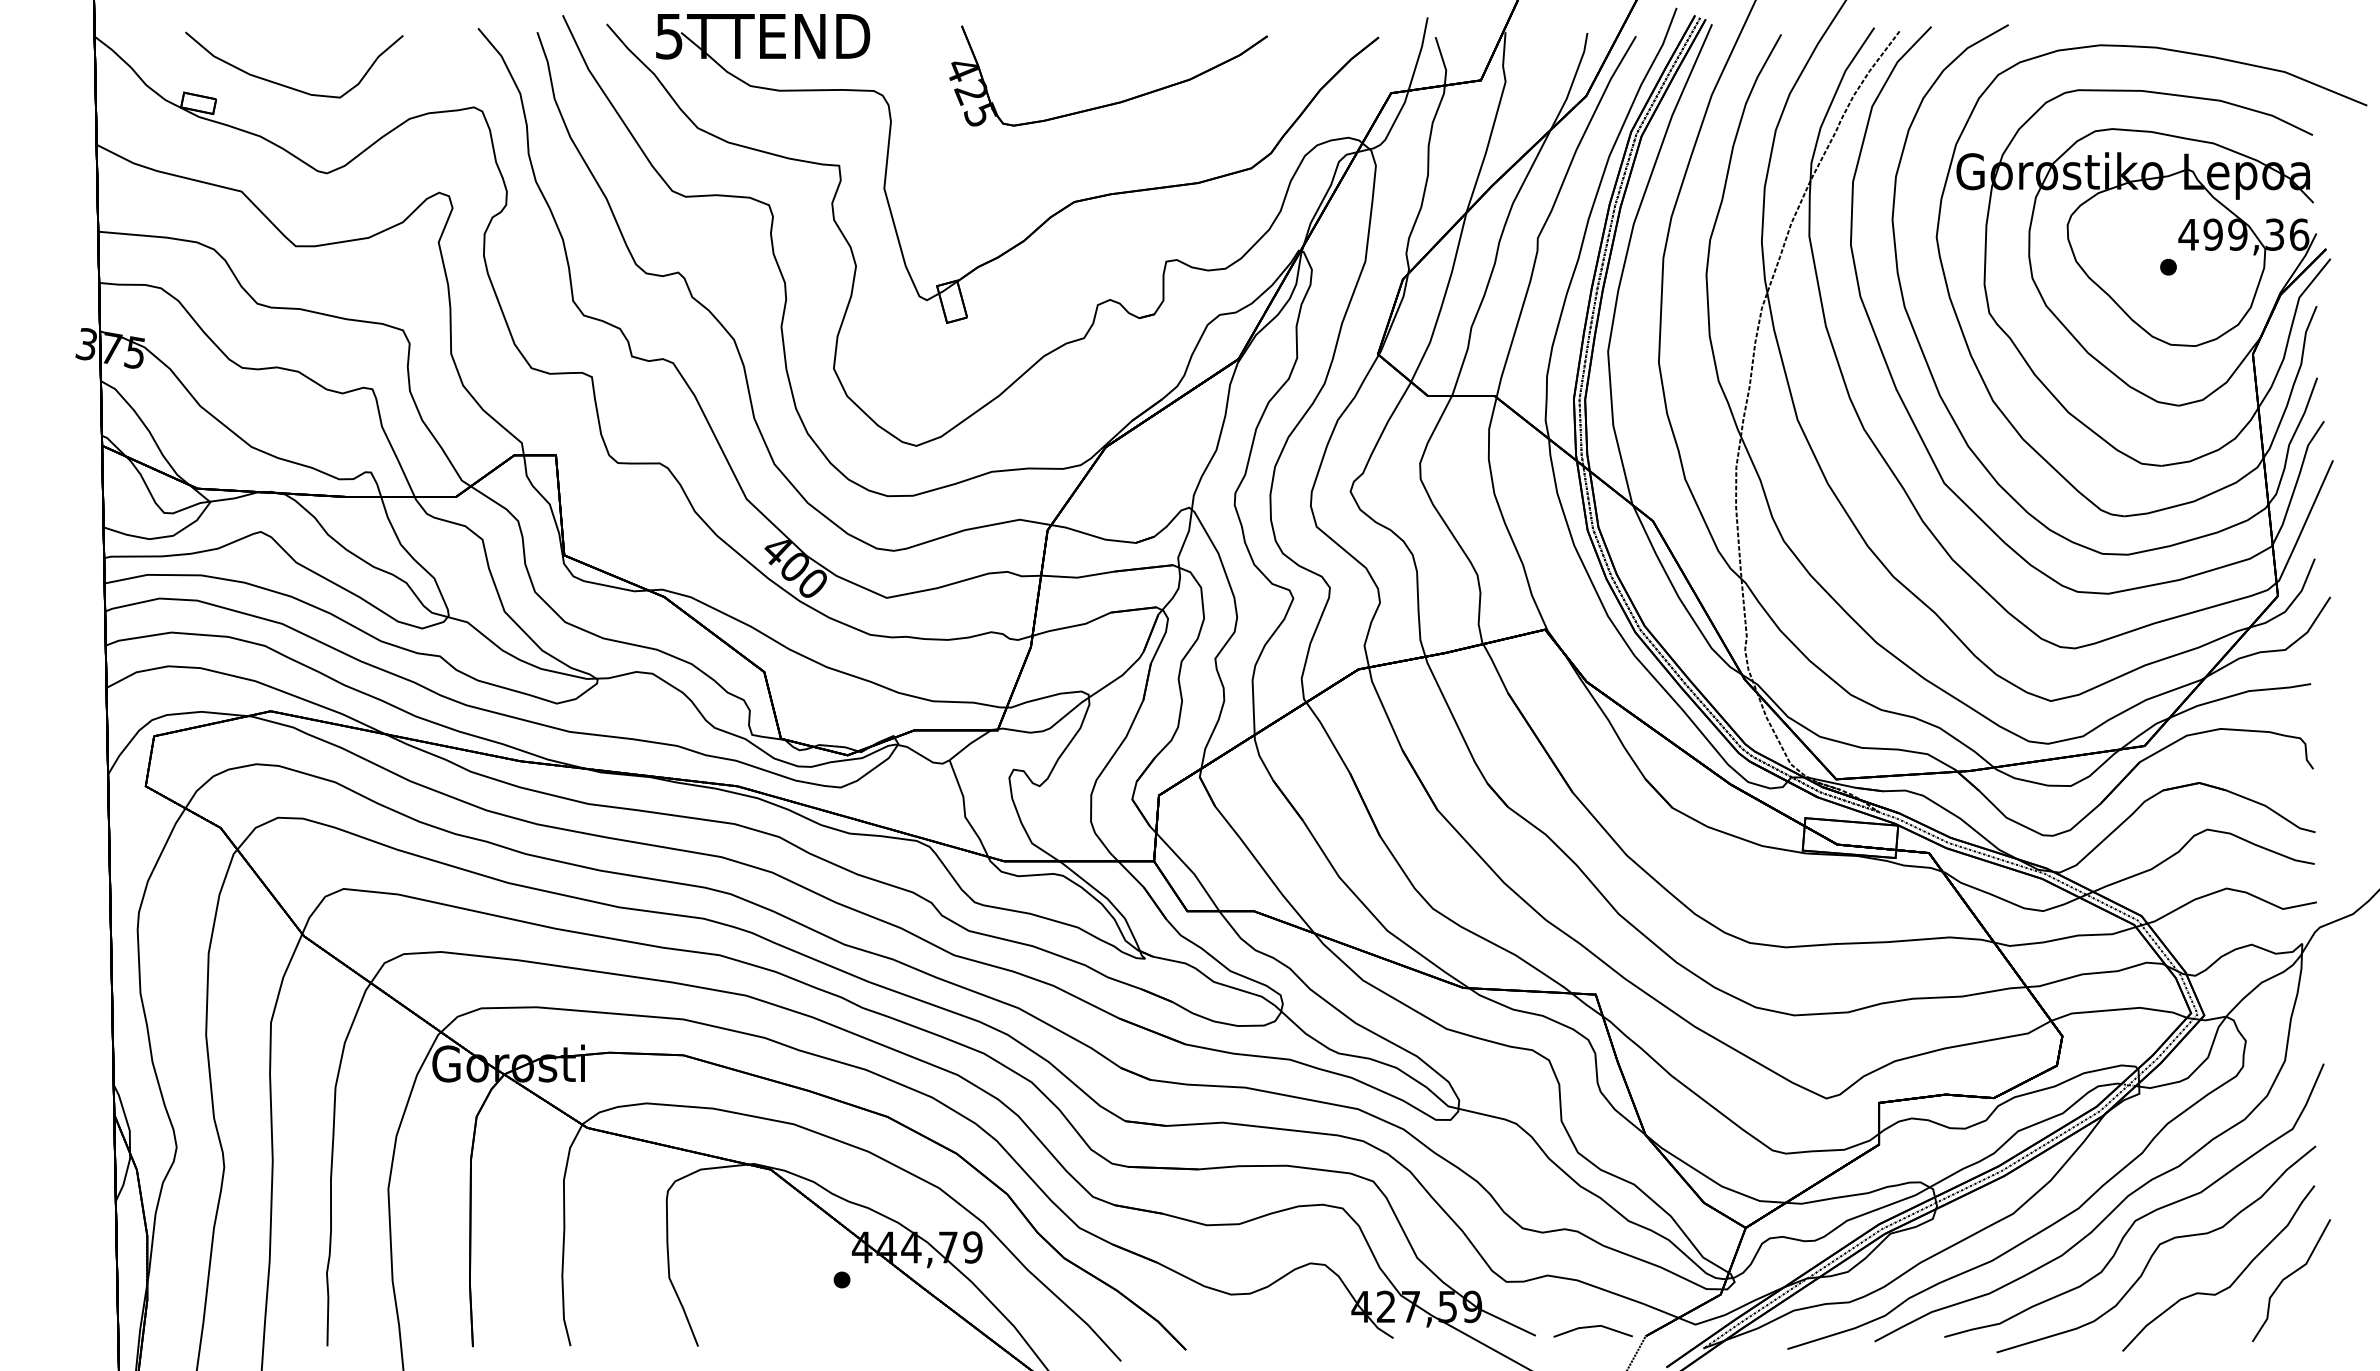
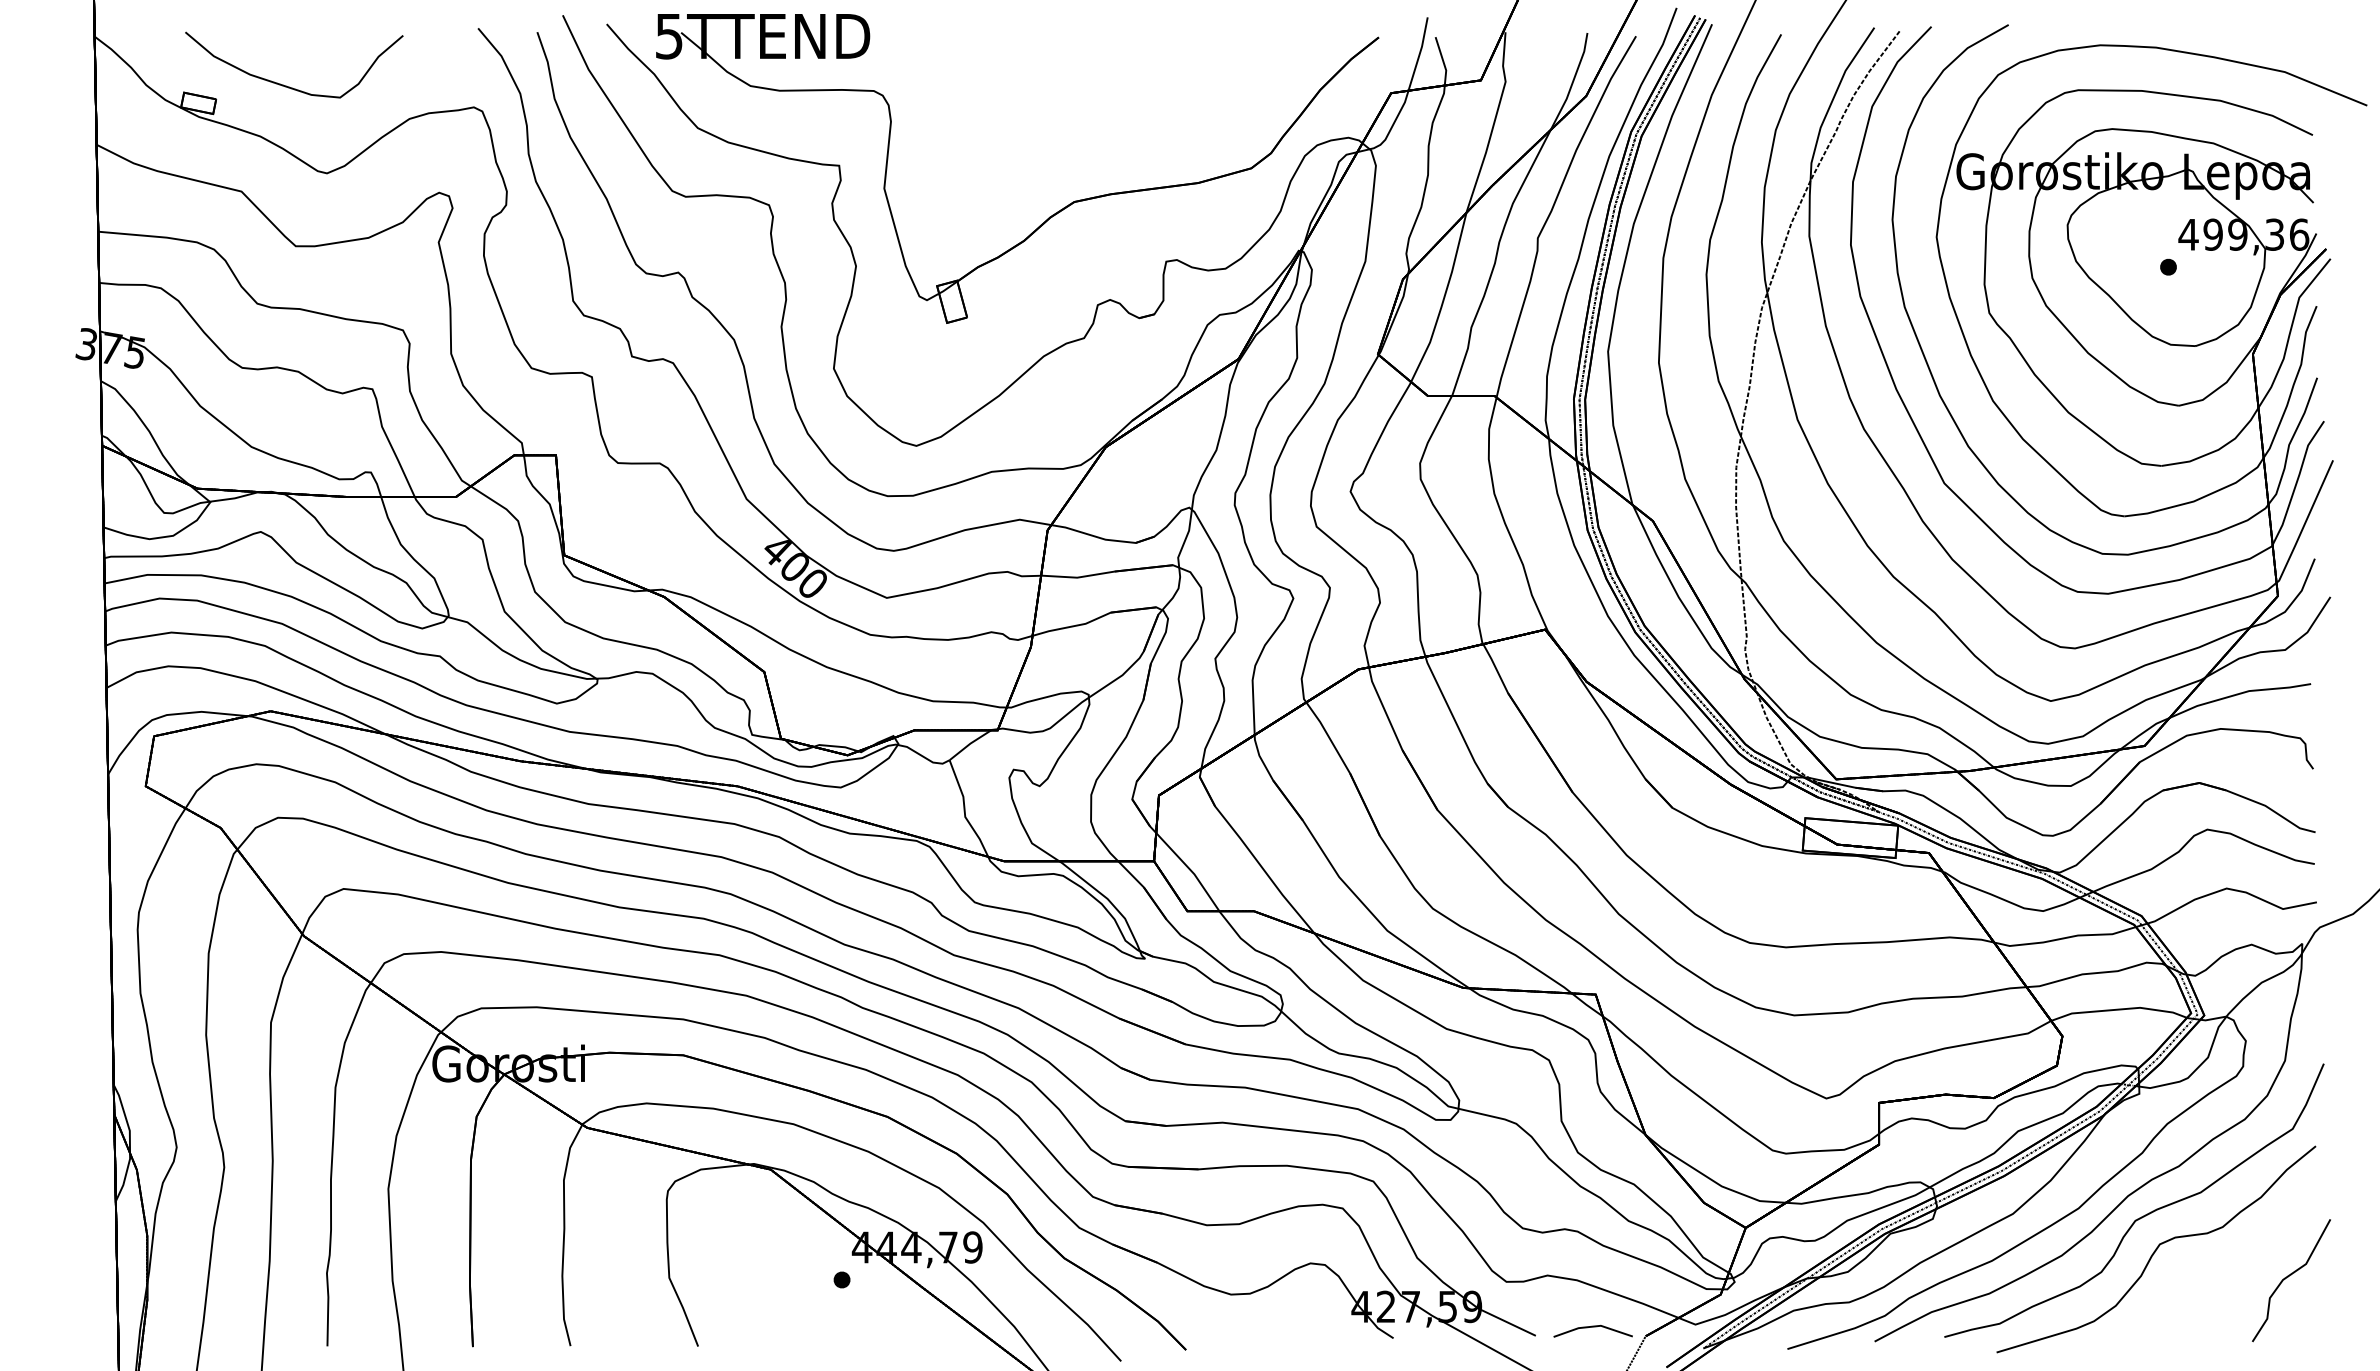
part at (1114, 102): present -> none
curve at (2235, 1278): present -> none
